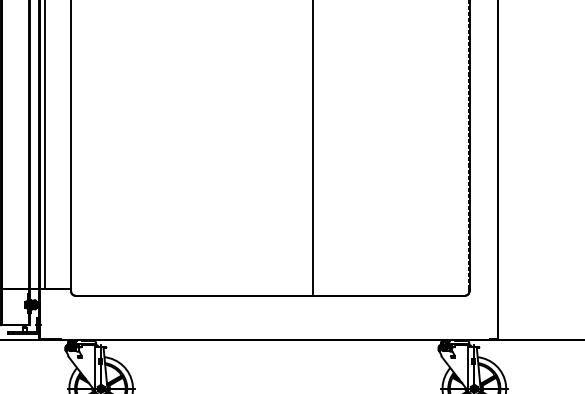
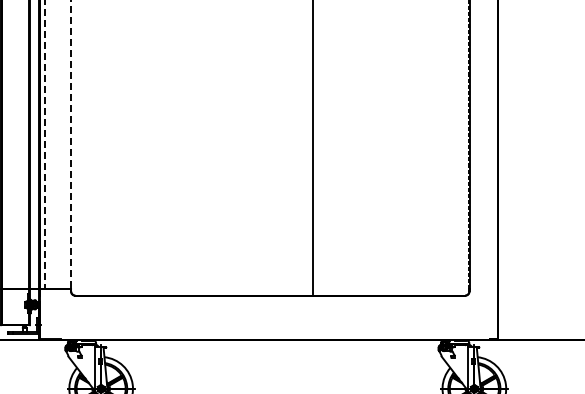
line at (44, 144): solid -> dashed
line at (71, 144): solid -> dashed
